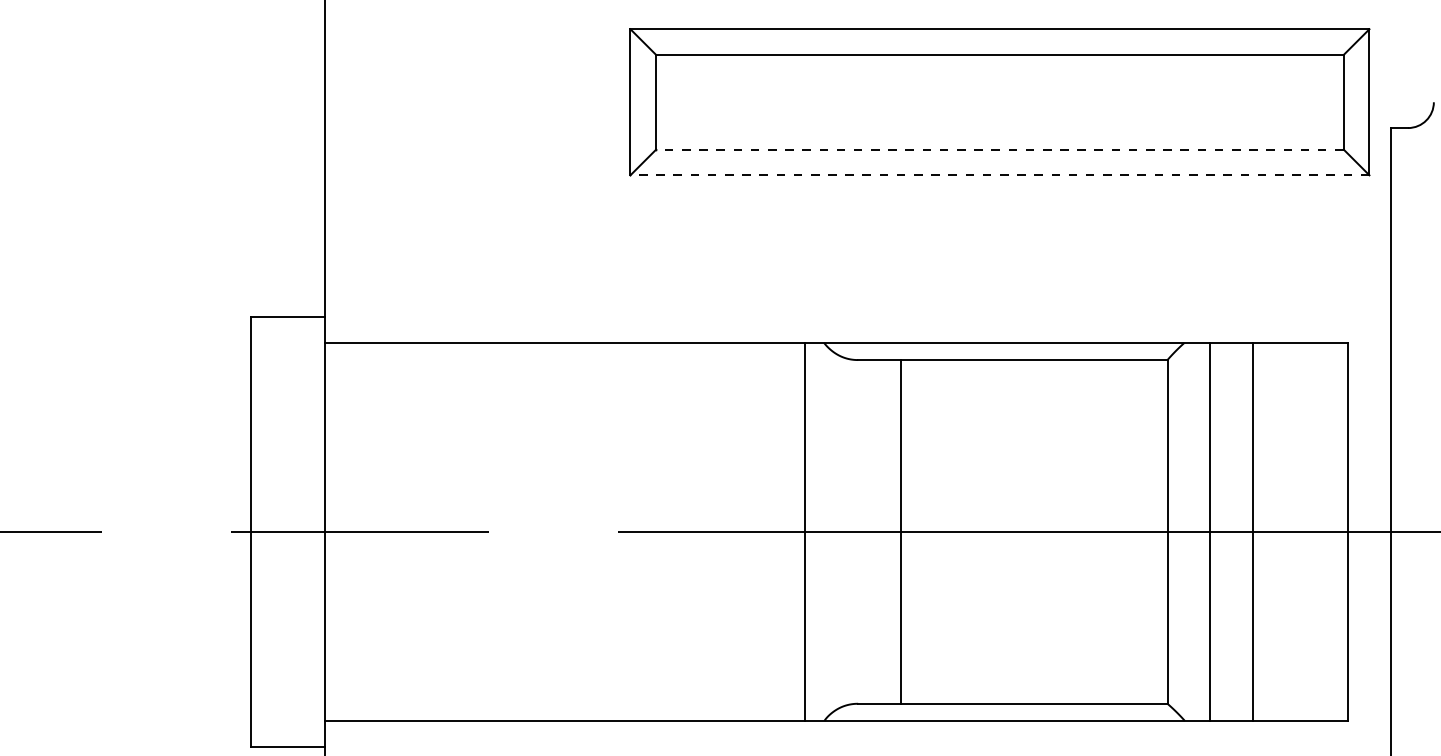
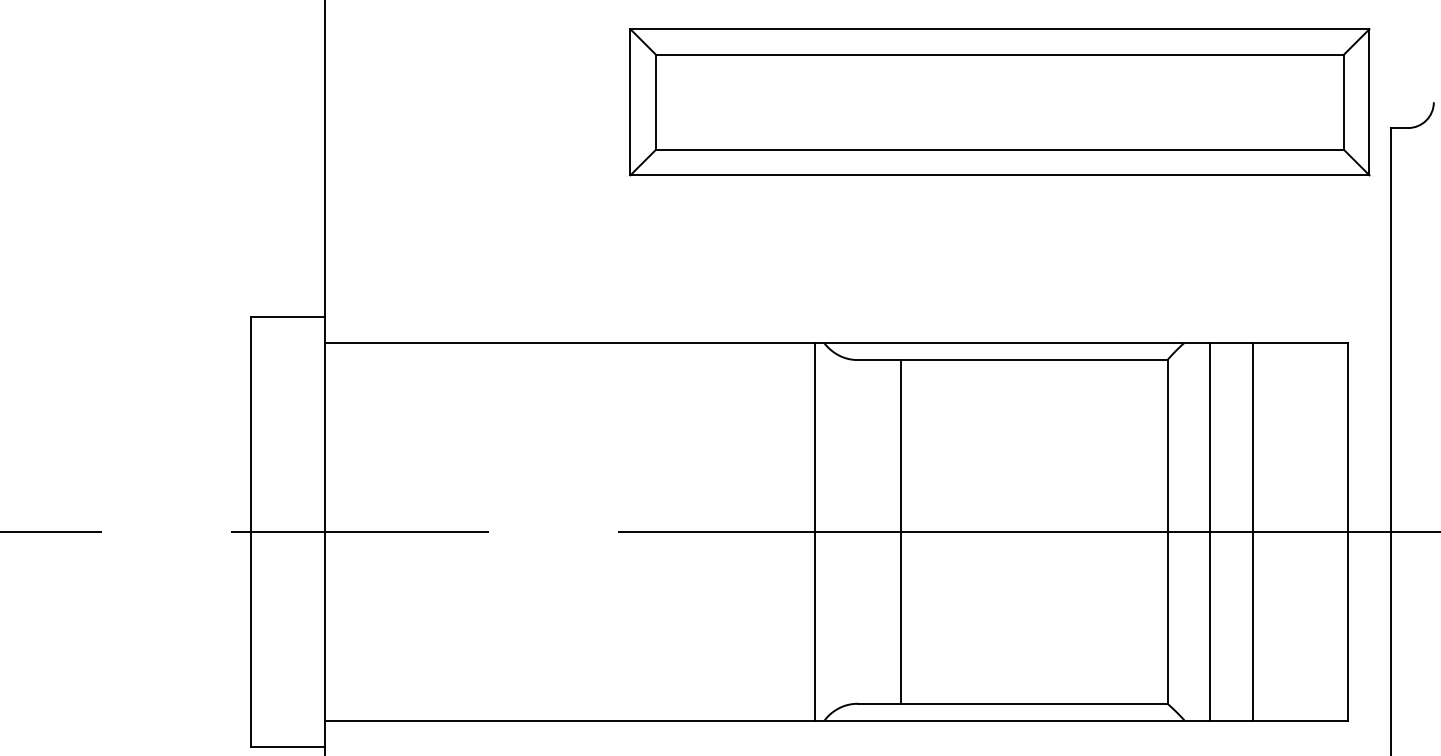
line at (999, 149): dashed -> solid
line at (999, 175): dashed -> solid
line at (805, 531) position: (805, 531) -> (815, 531)
